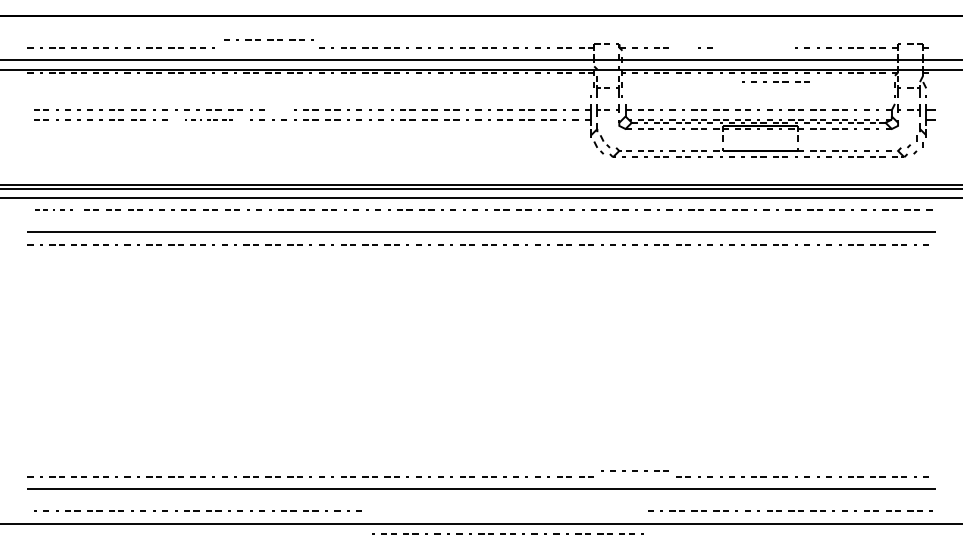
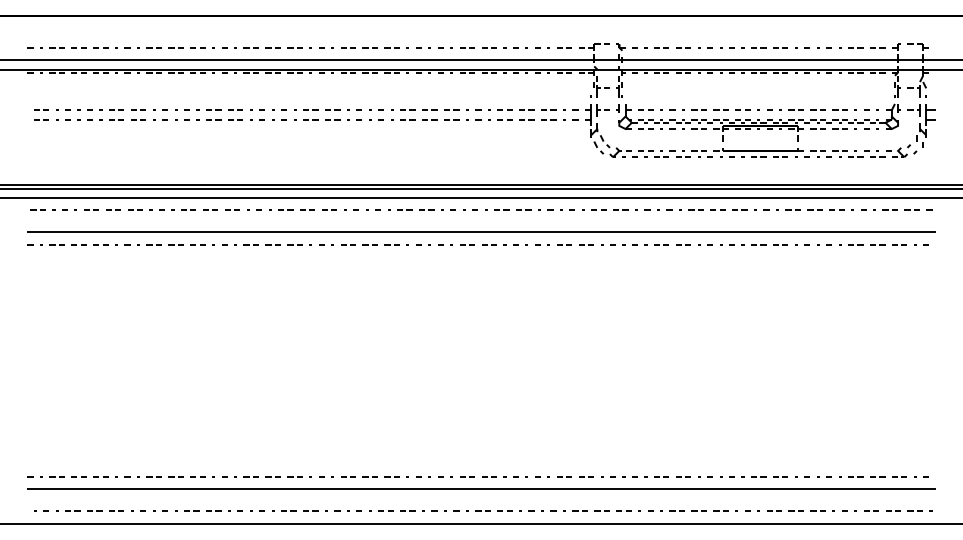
part at (268, 39) position: (268, 39) -> (266, 47)
line at (681, 47): none -> present
part at (775, 81) position: (775, 81) -> (753, 47)
line at (281, 109): none -> present
part at (208, 119) size: 48x2 px -> 68x2 px
part at (53, 209) size: 38x2 px -> 47x2 px
part at (634, 470) position: (634, 470) -> (634, 476)
part at (507, 533) position: (507, 533) -> (504, 510)
